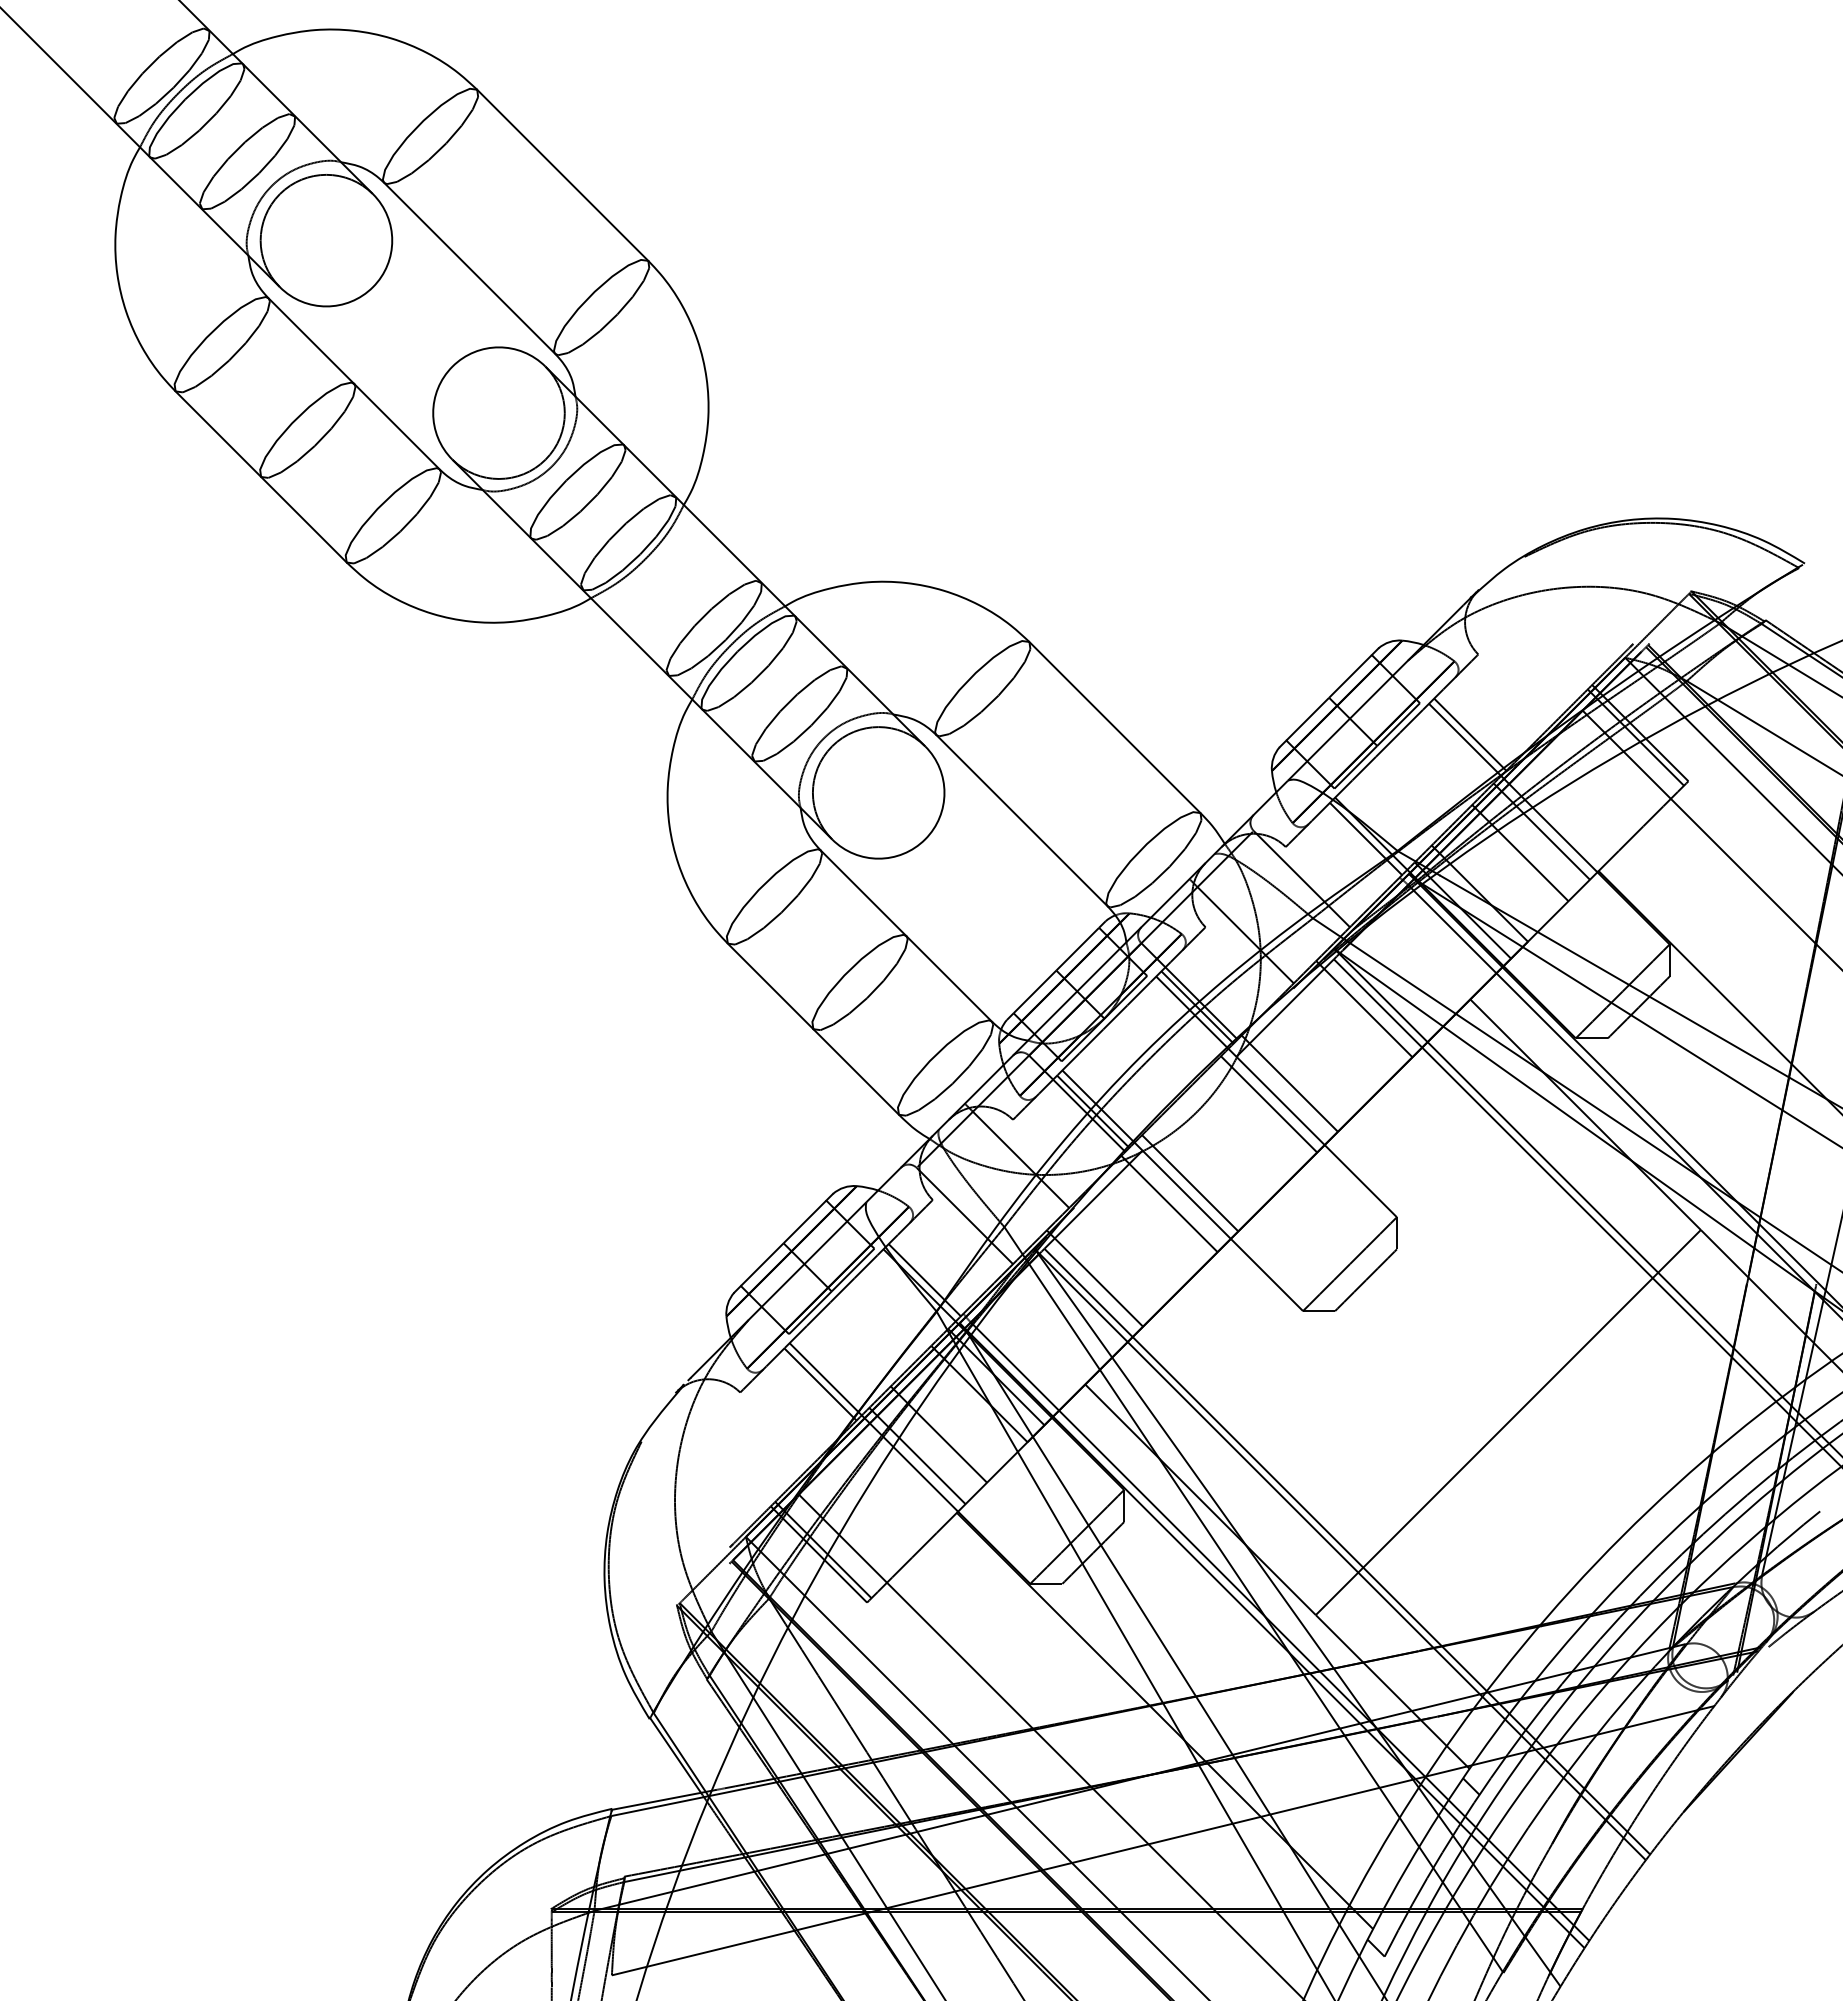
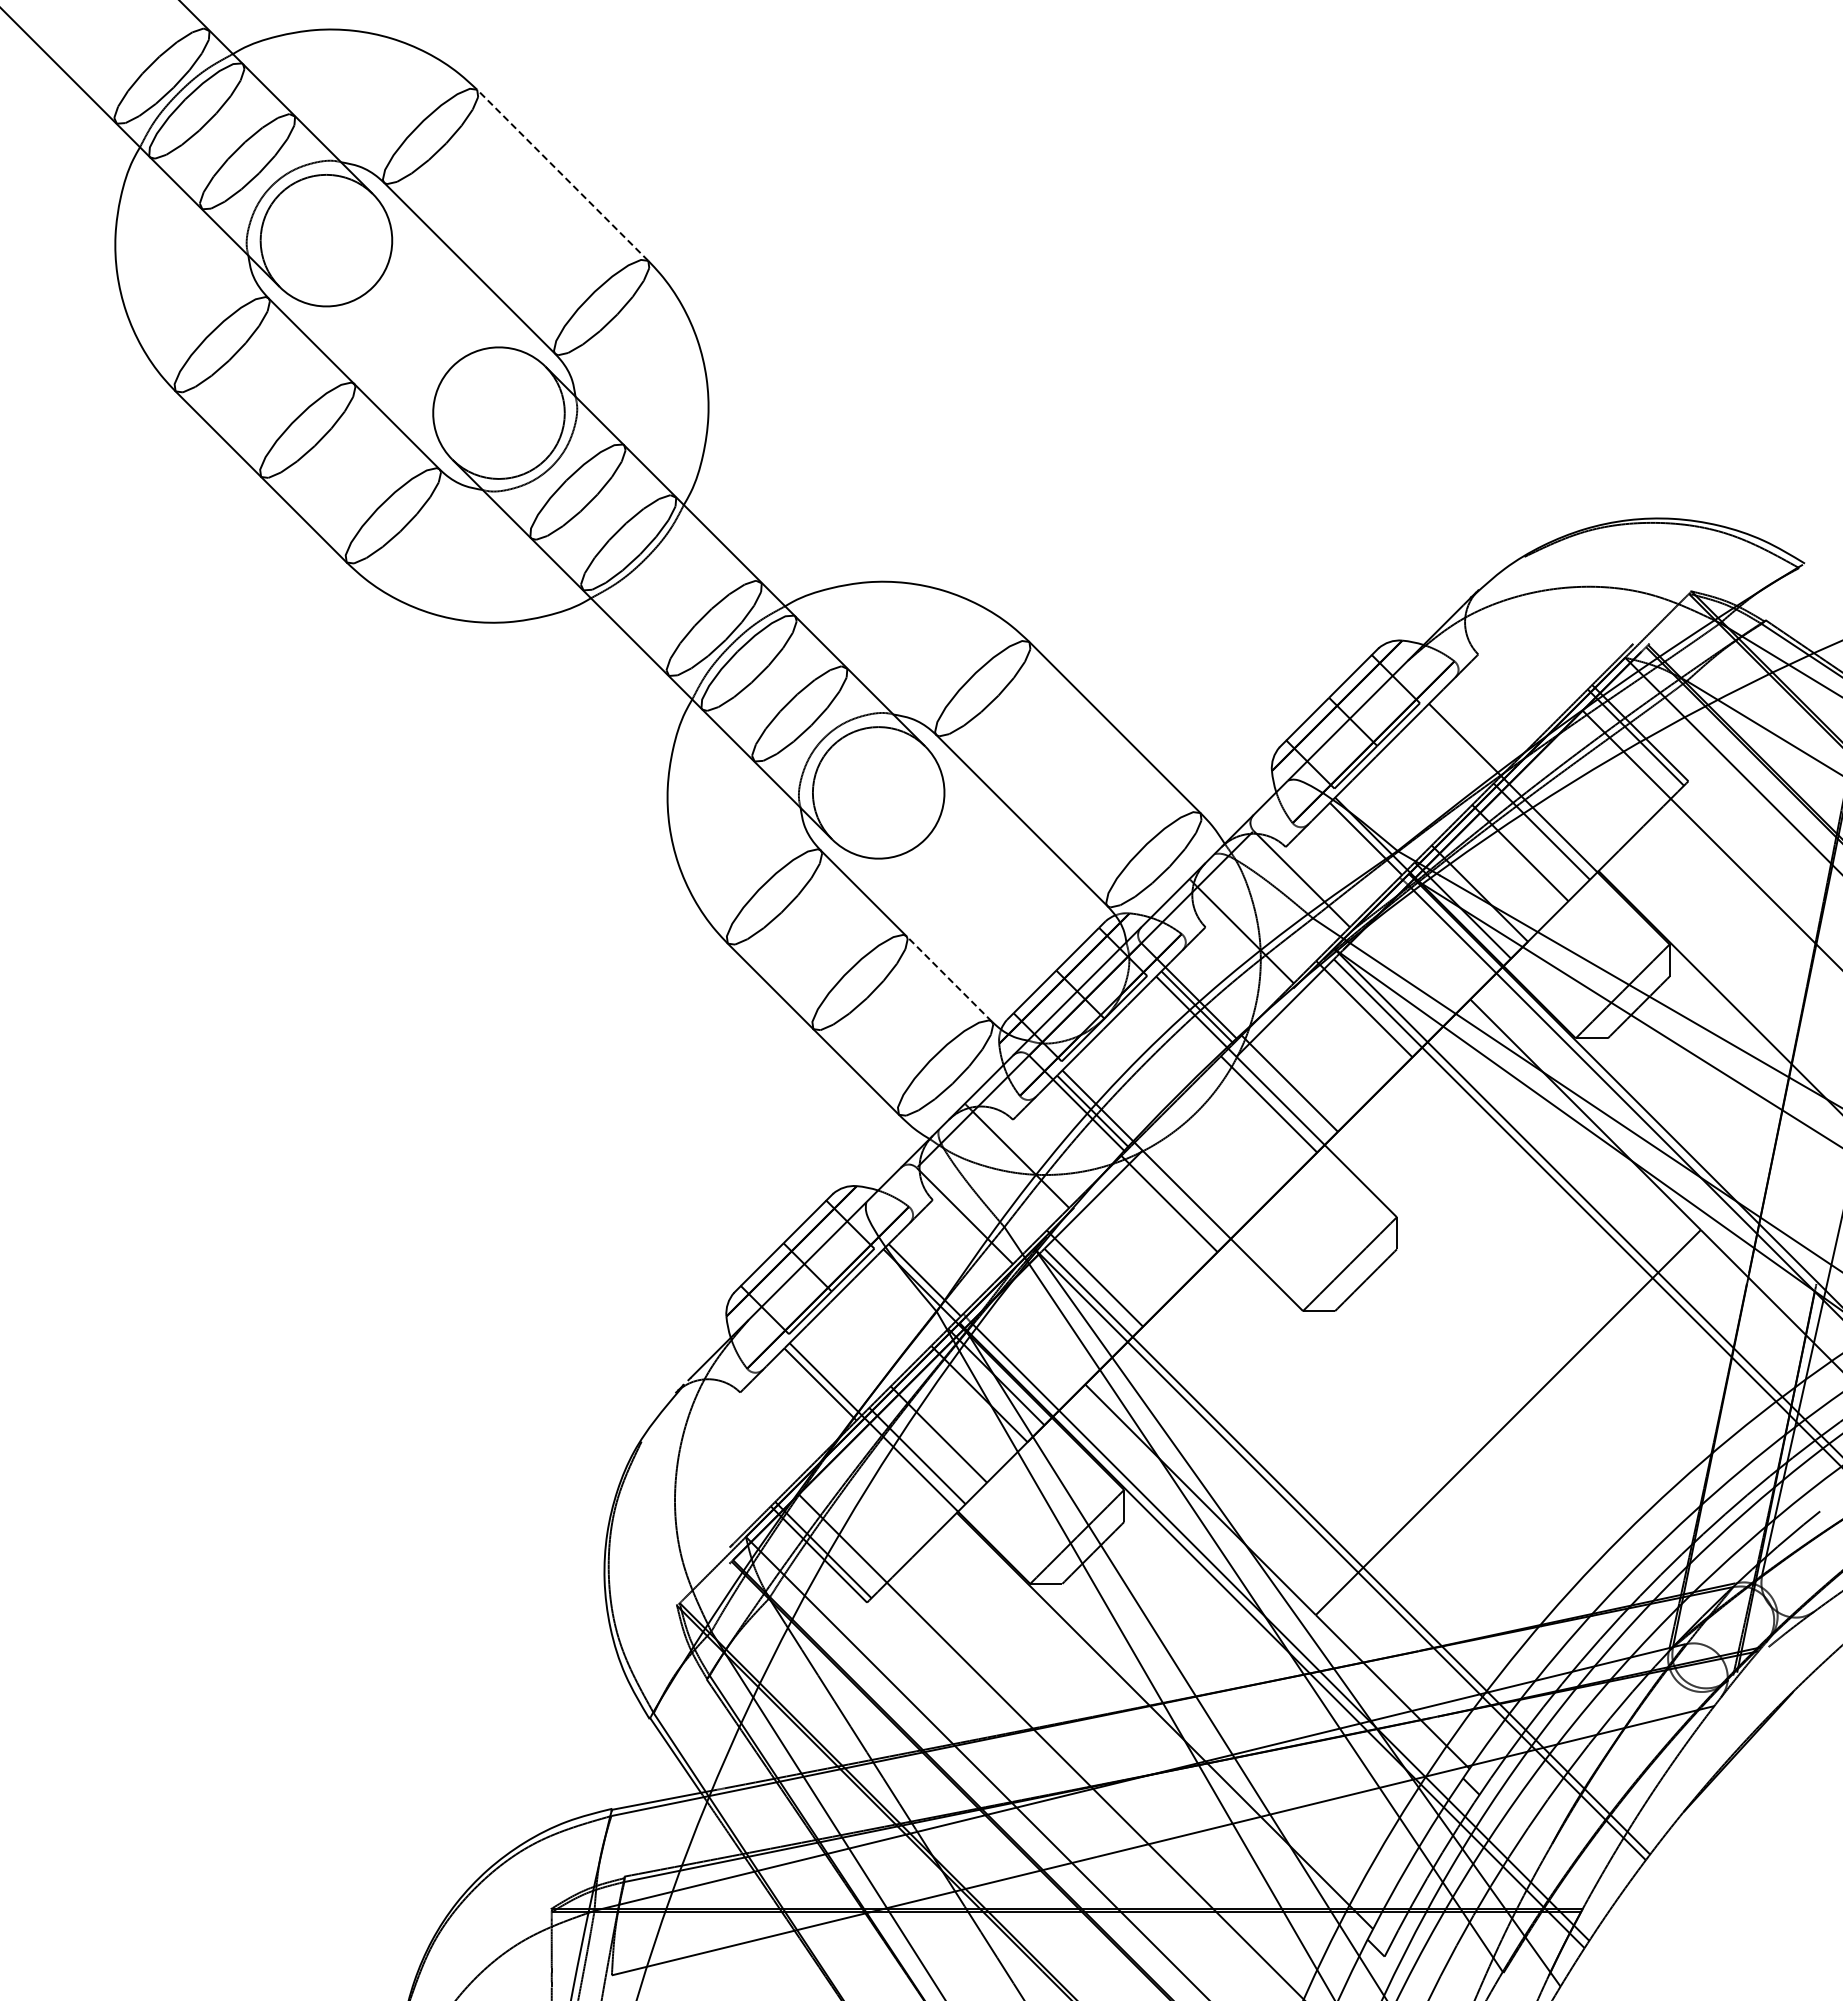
line at (562, 174): solid -> dashed
line at (1470, 734): present -> none
line at (949, 978): solid -> dashed
line at (1190, 1183): present -> none
